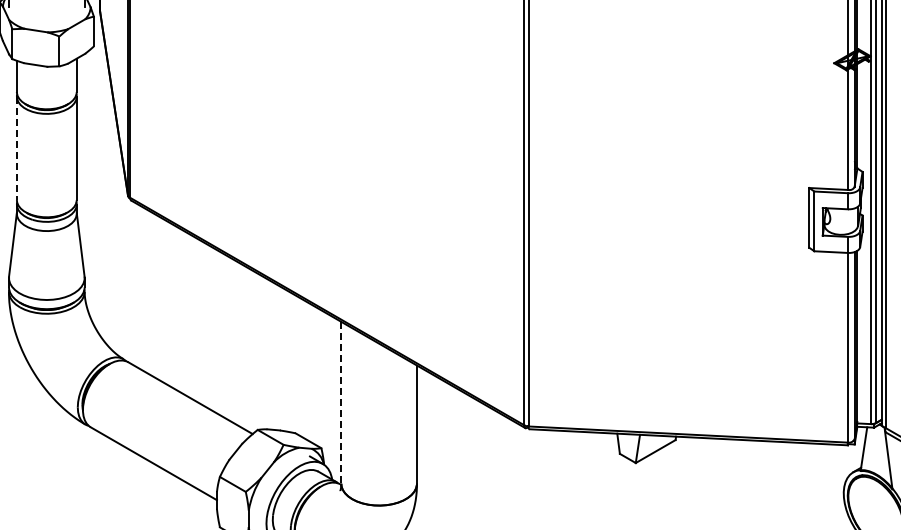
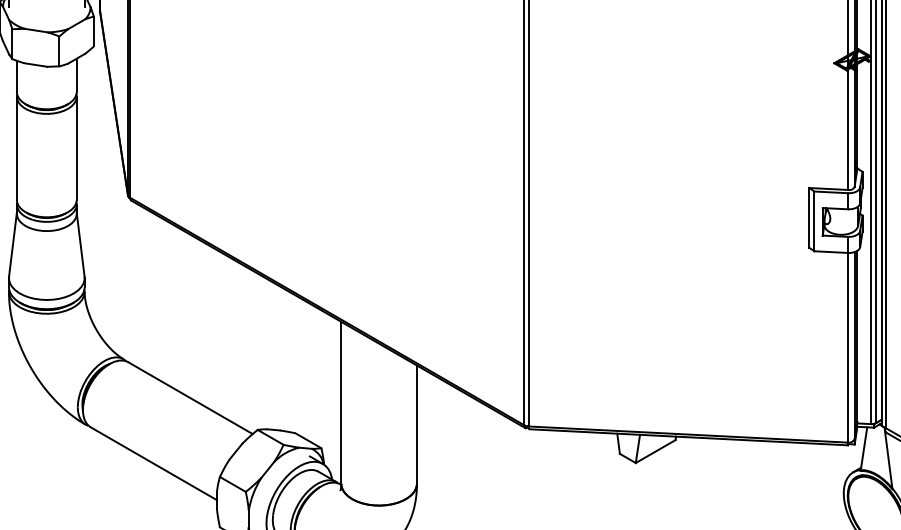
line at (16, 148): dashed -> solid
line at (341, 402): dashed -> solid
